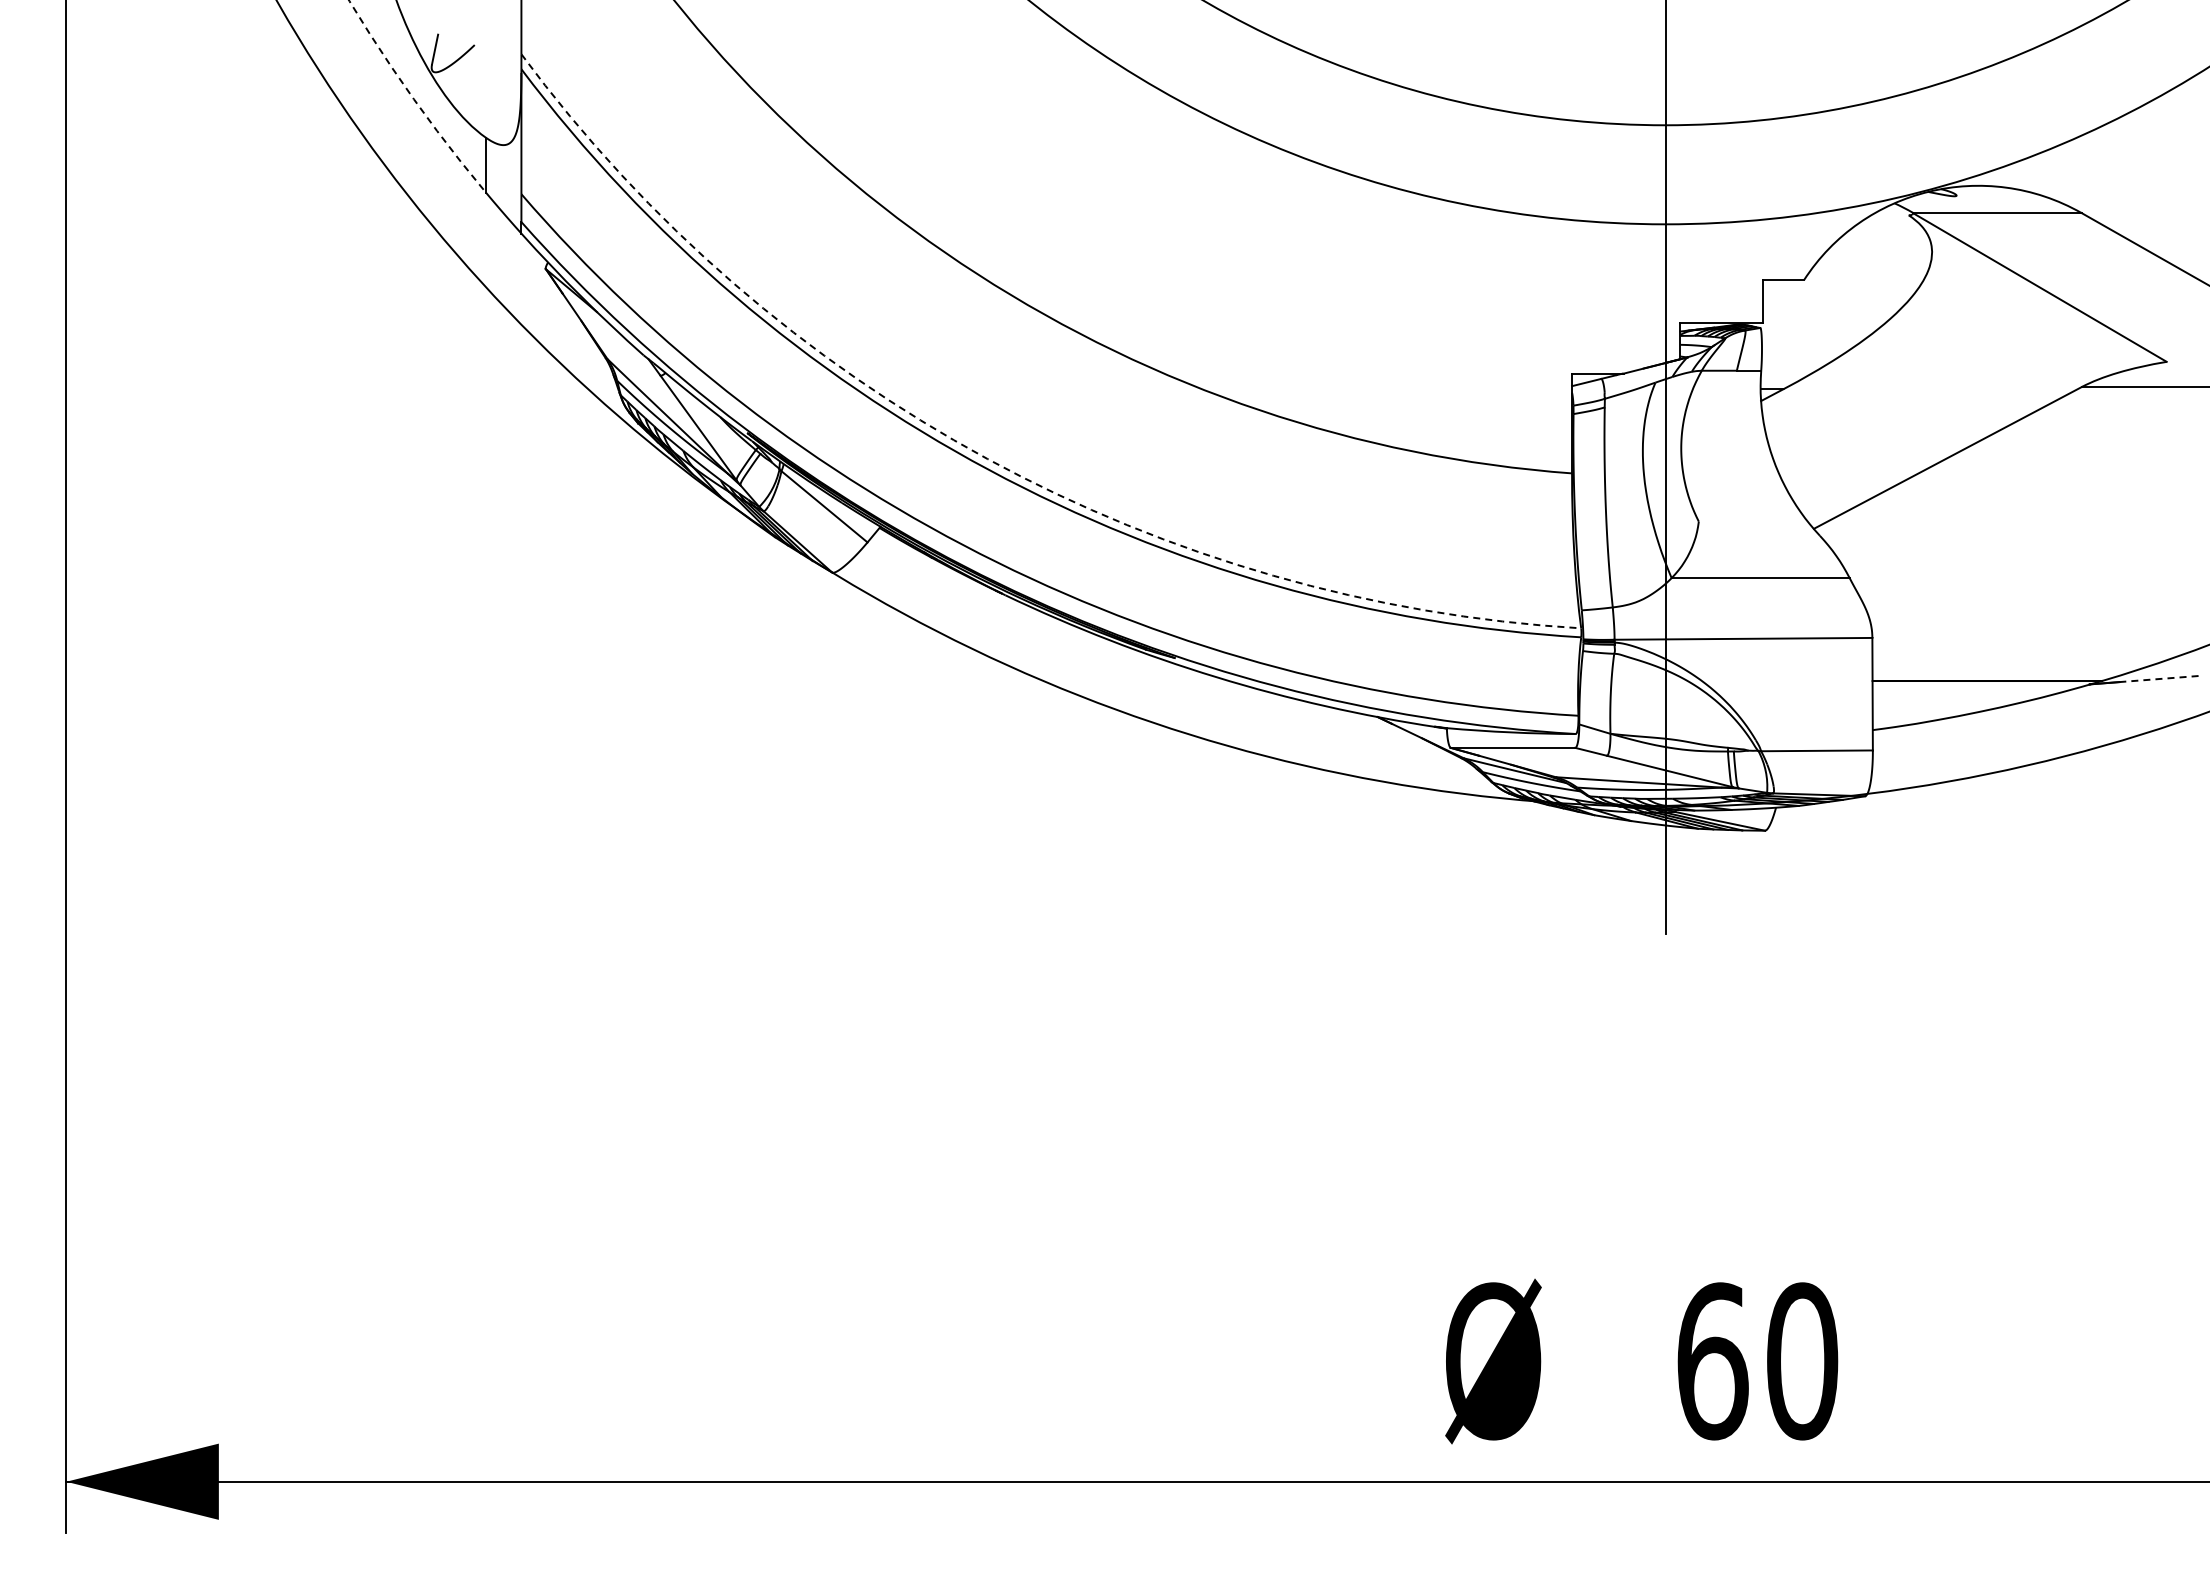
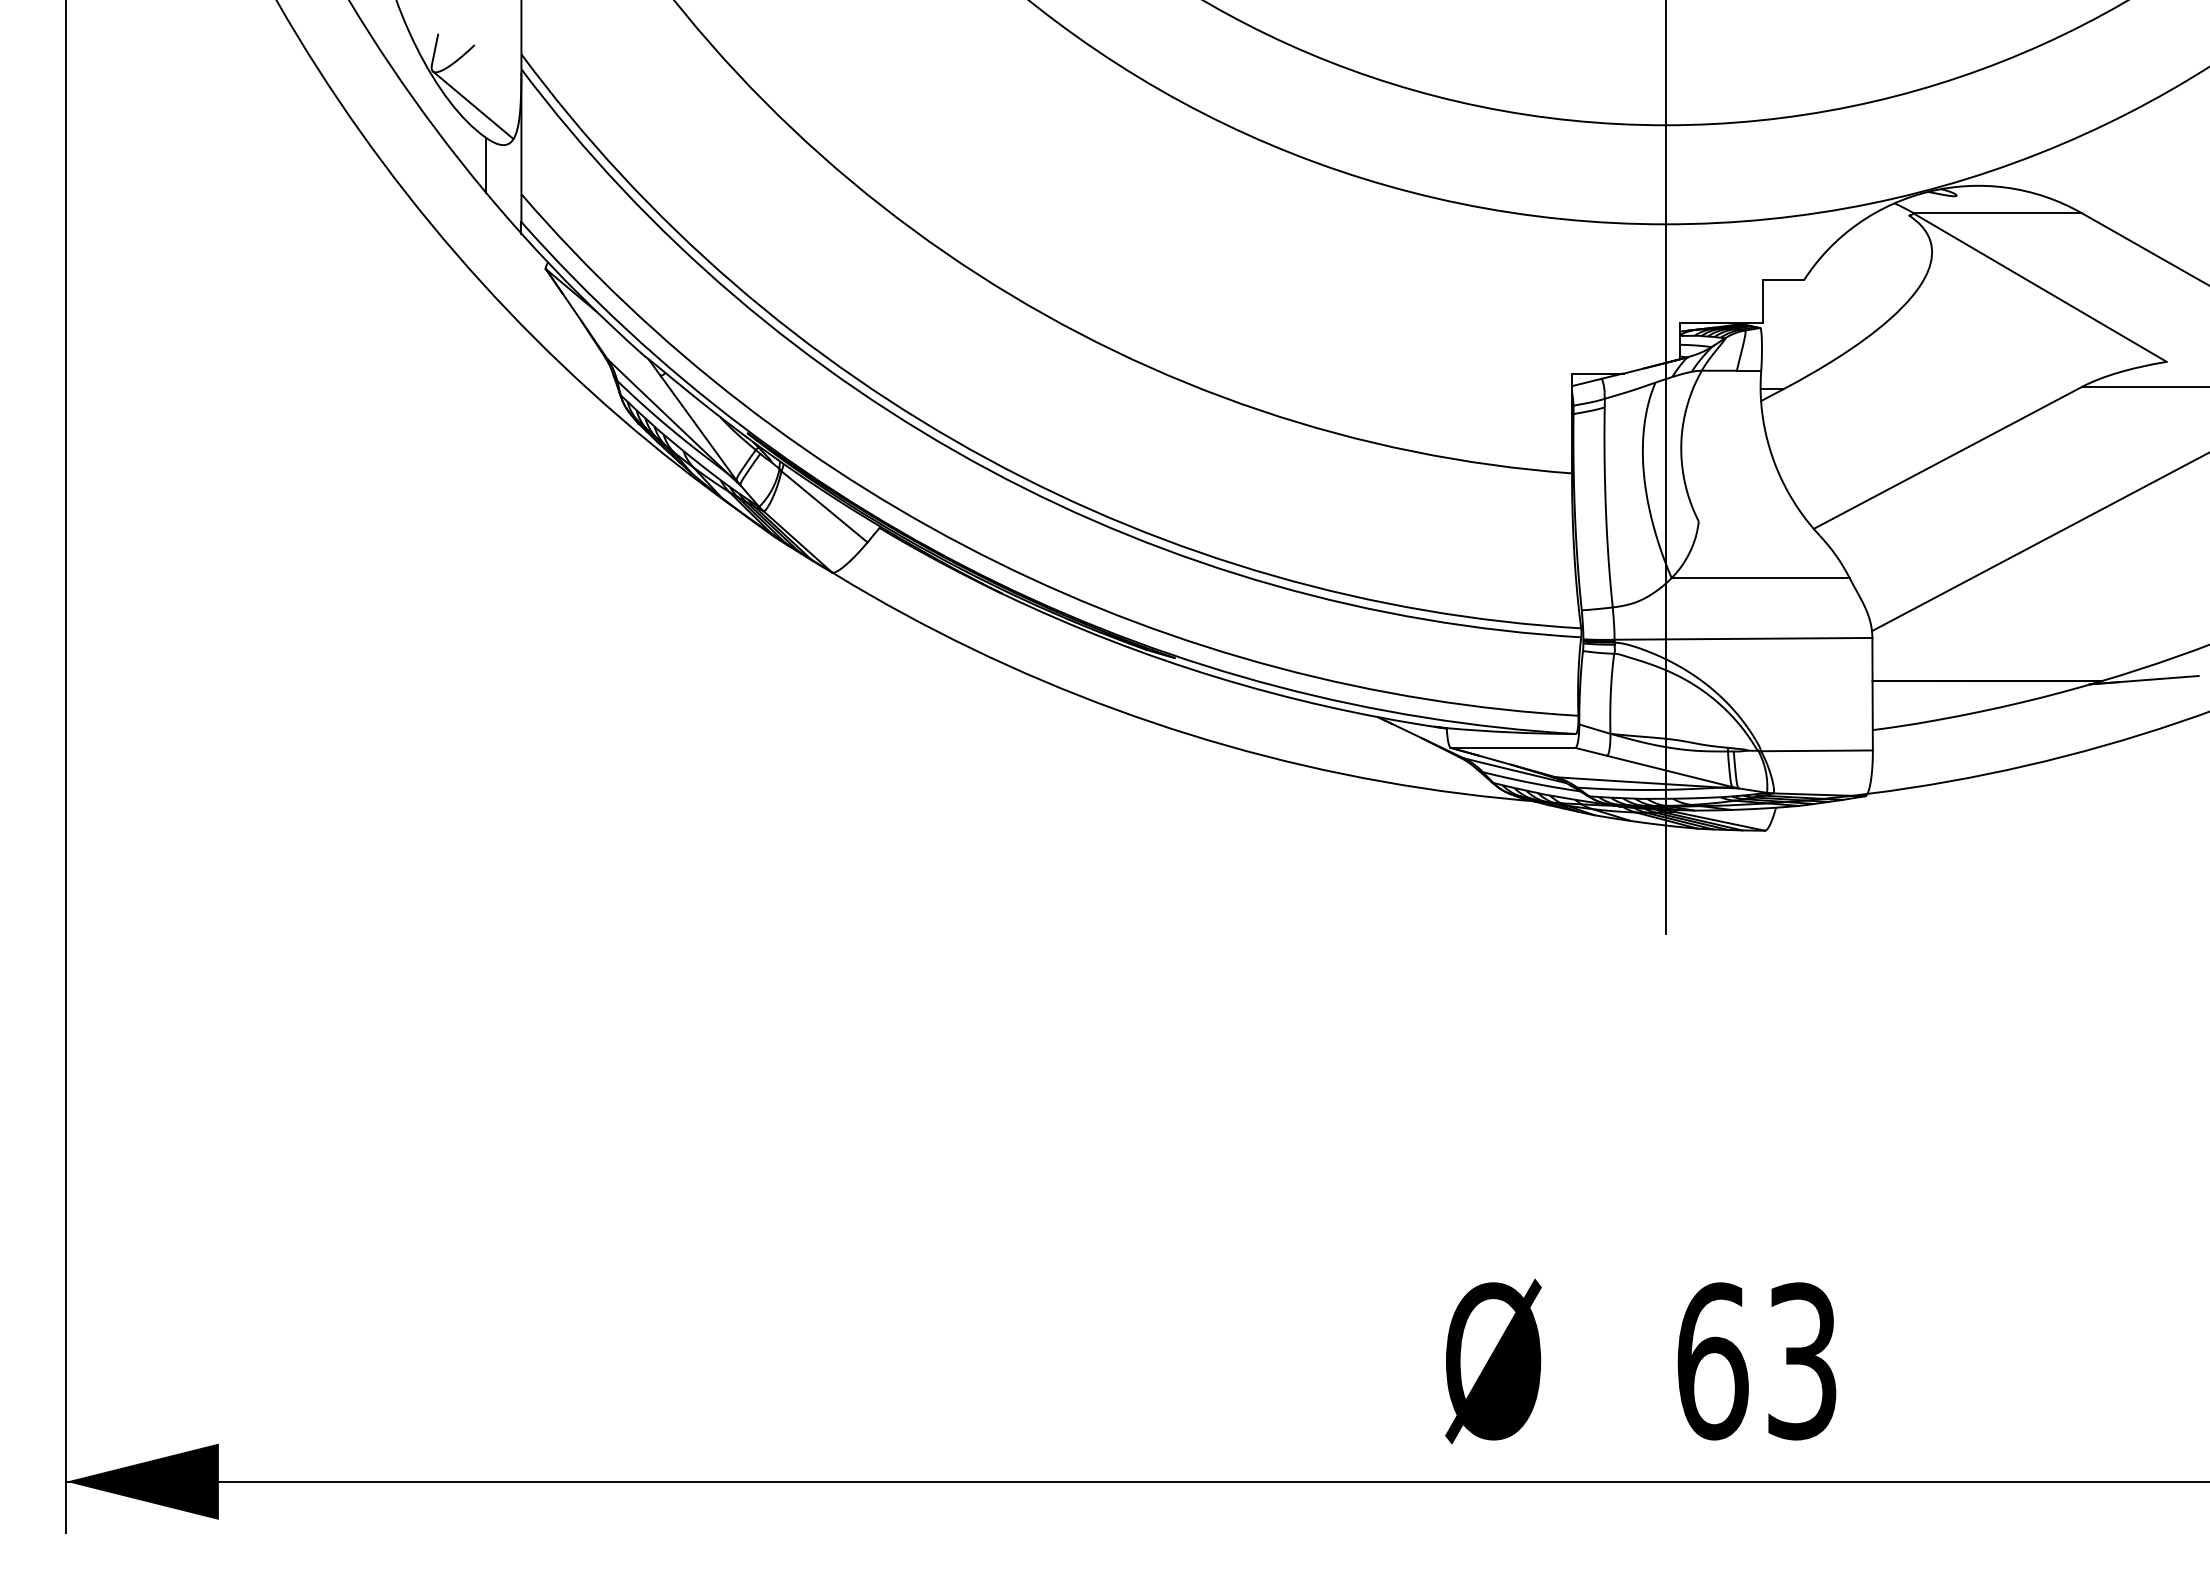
arc at (413, 99): dashed -> solid
line at (473, 105): none -> present
arc at (987, 459): dashed -> solid
line at (2038, 542): none -> present
line at (2159, 679): dashed -> solid
text at (1802, 1361): 60 -> 63
